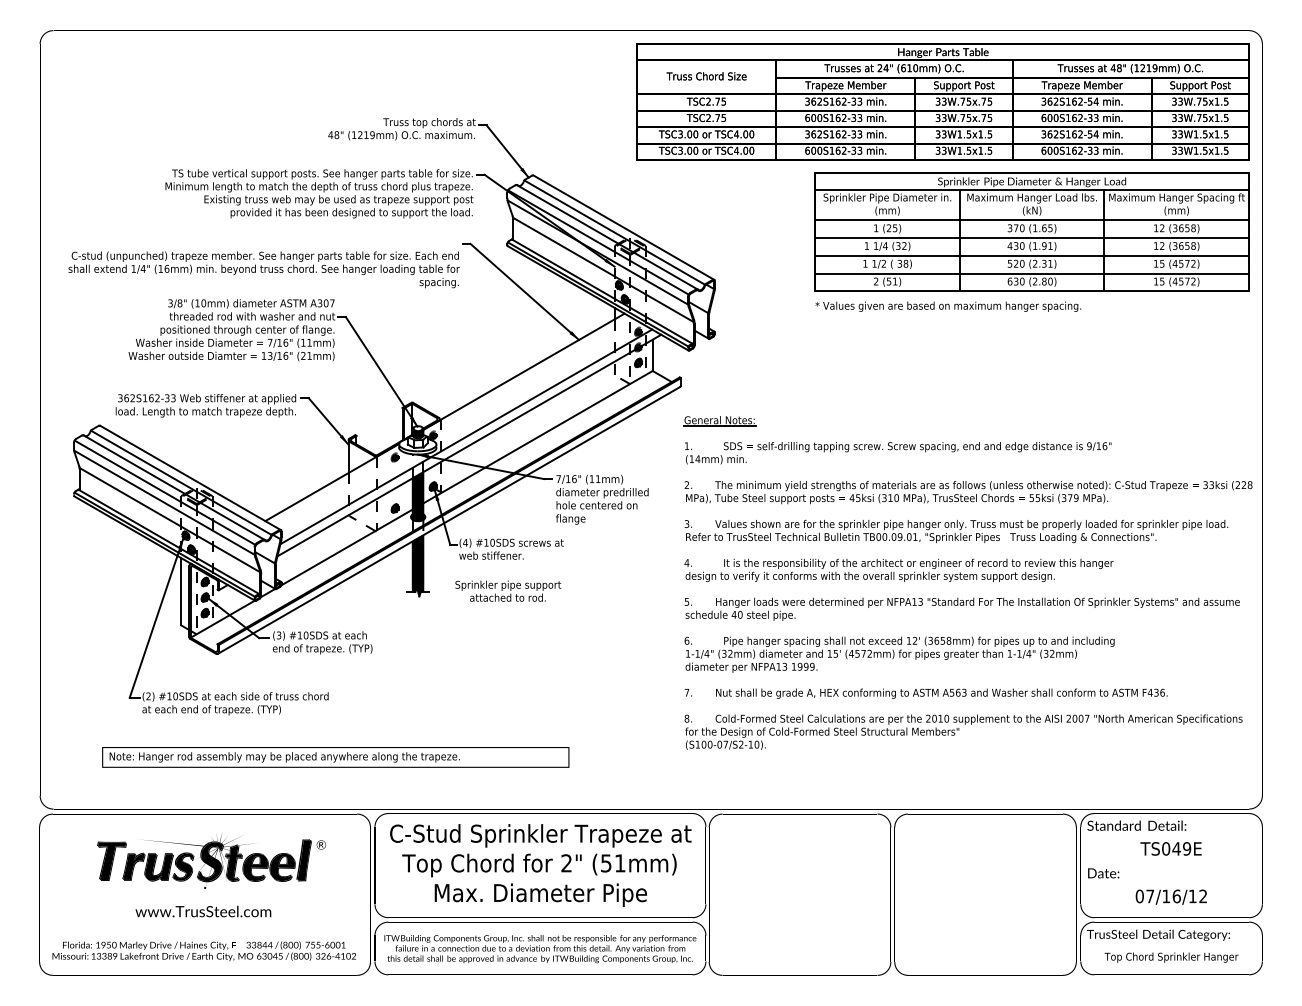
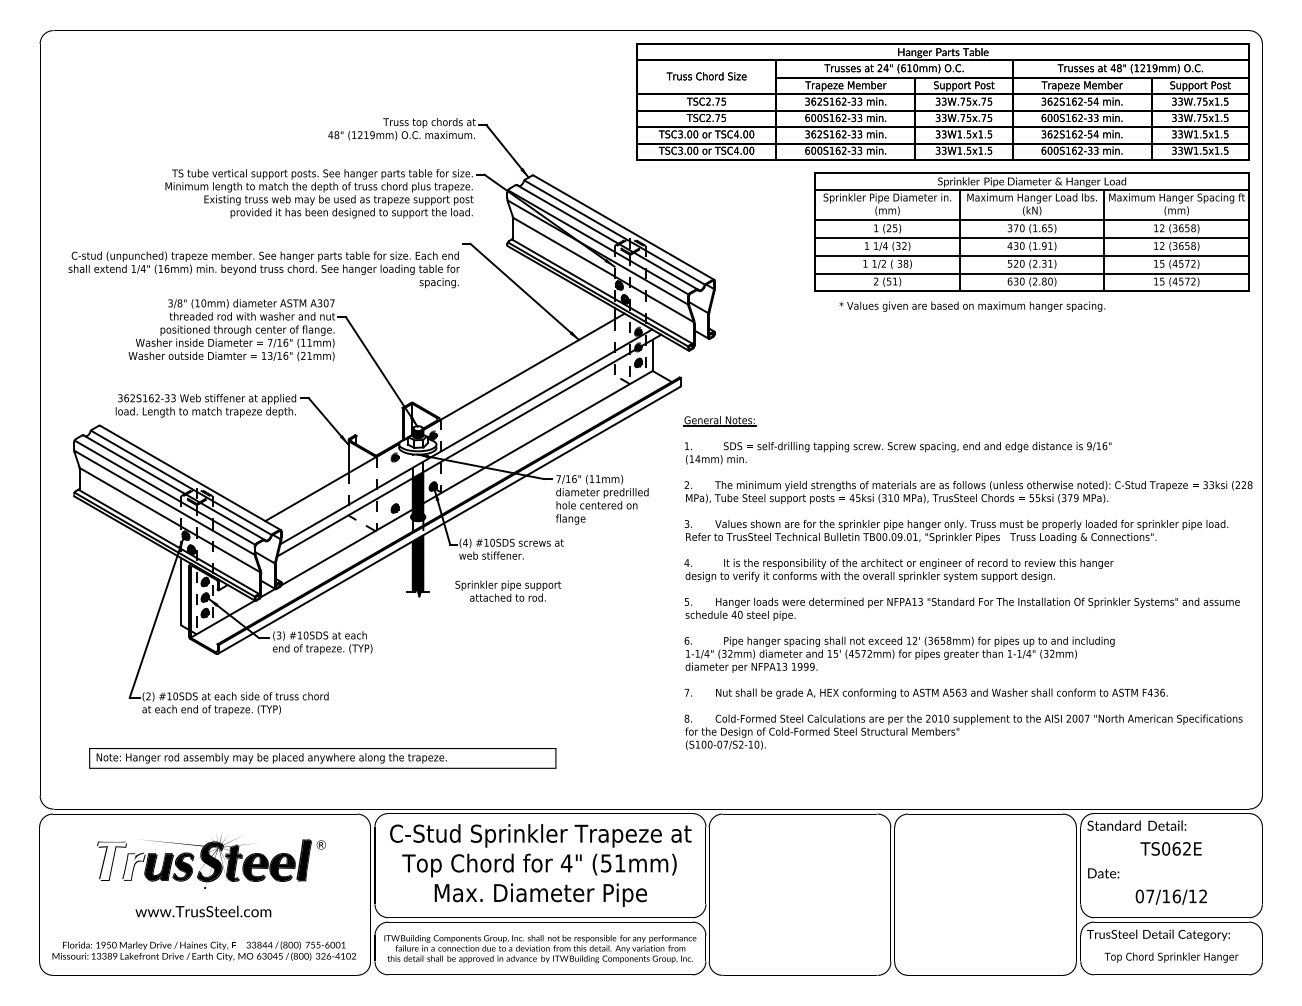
text at (948, 306) position: (948, 306) -> (972, 306)
text at (335, 757) position: (335, 757) -> (322, 758)
text at (1181, 848): TS049E -> TS062E
fill at (111, 860): present -> none
text at (566, 863): 2" -> 4"
fill at (134, 866): present -> none
